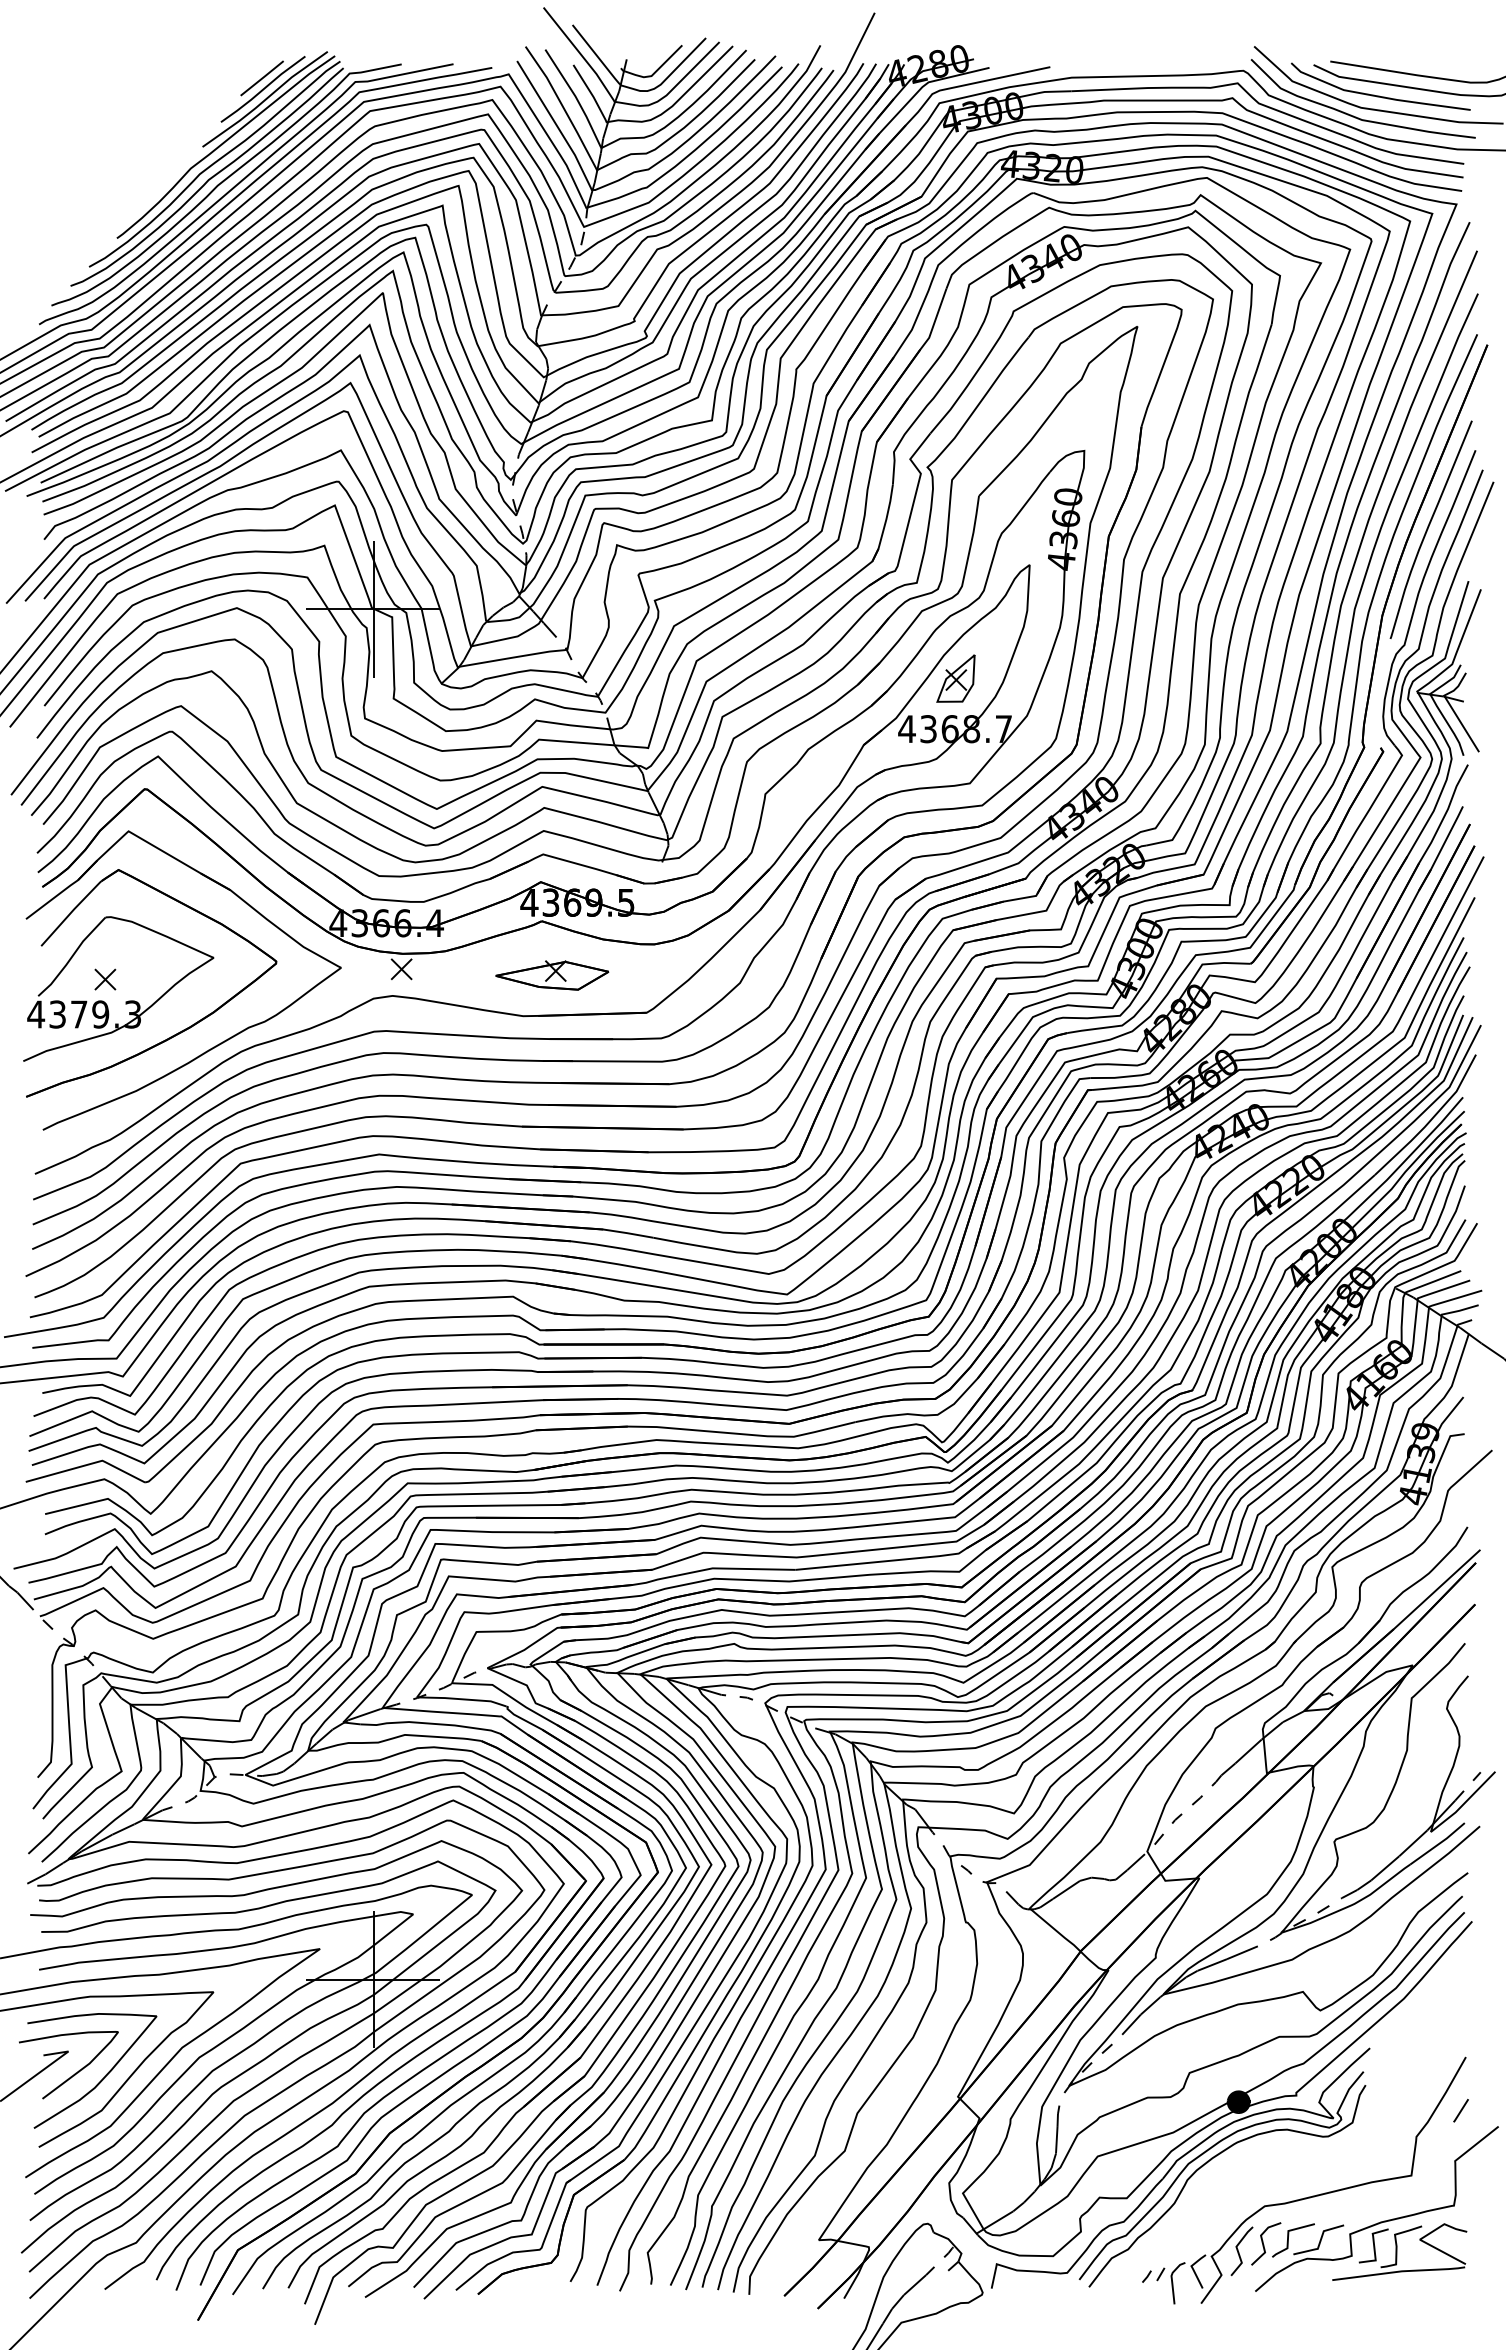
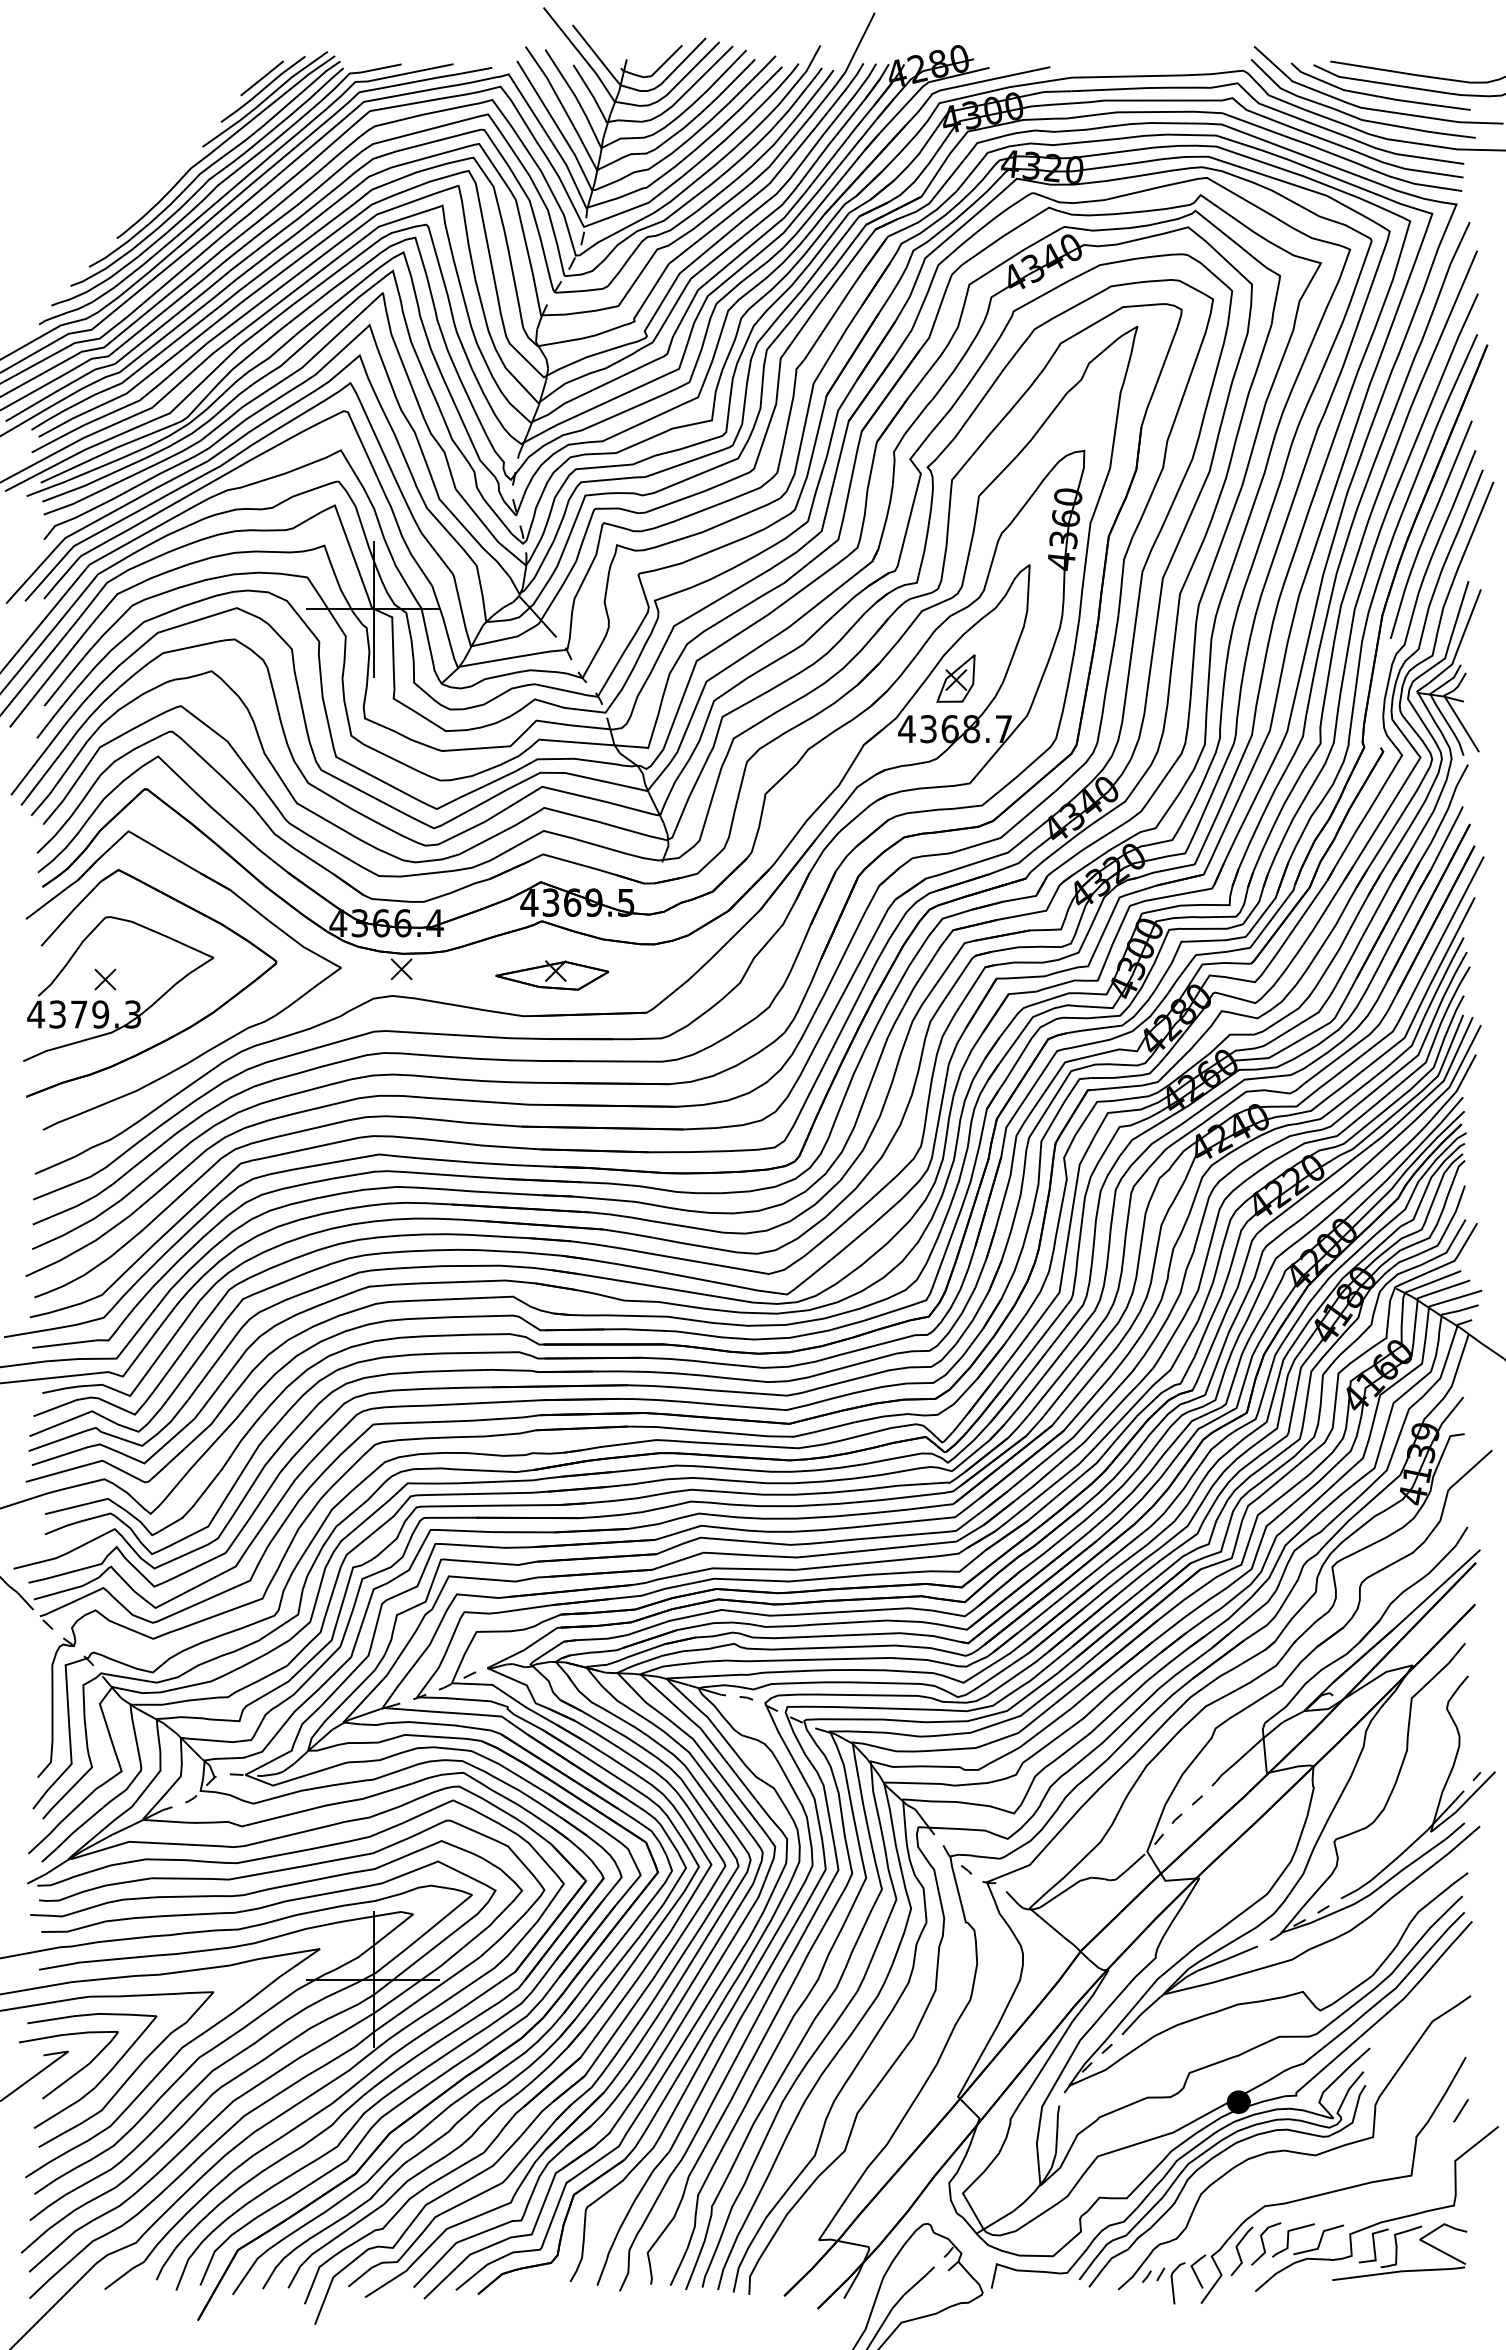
curve at (1291, 2150): none -> present
